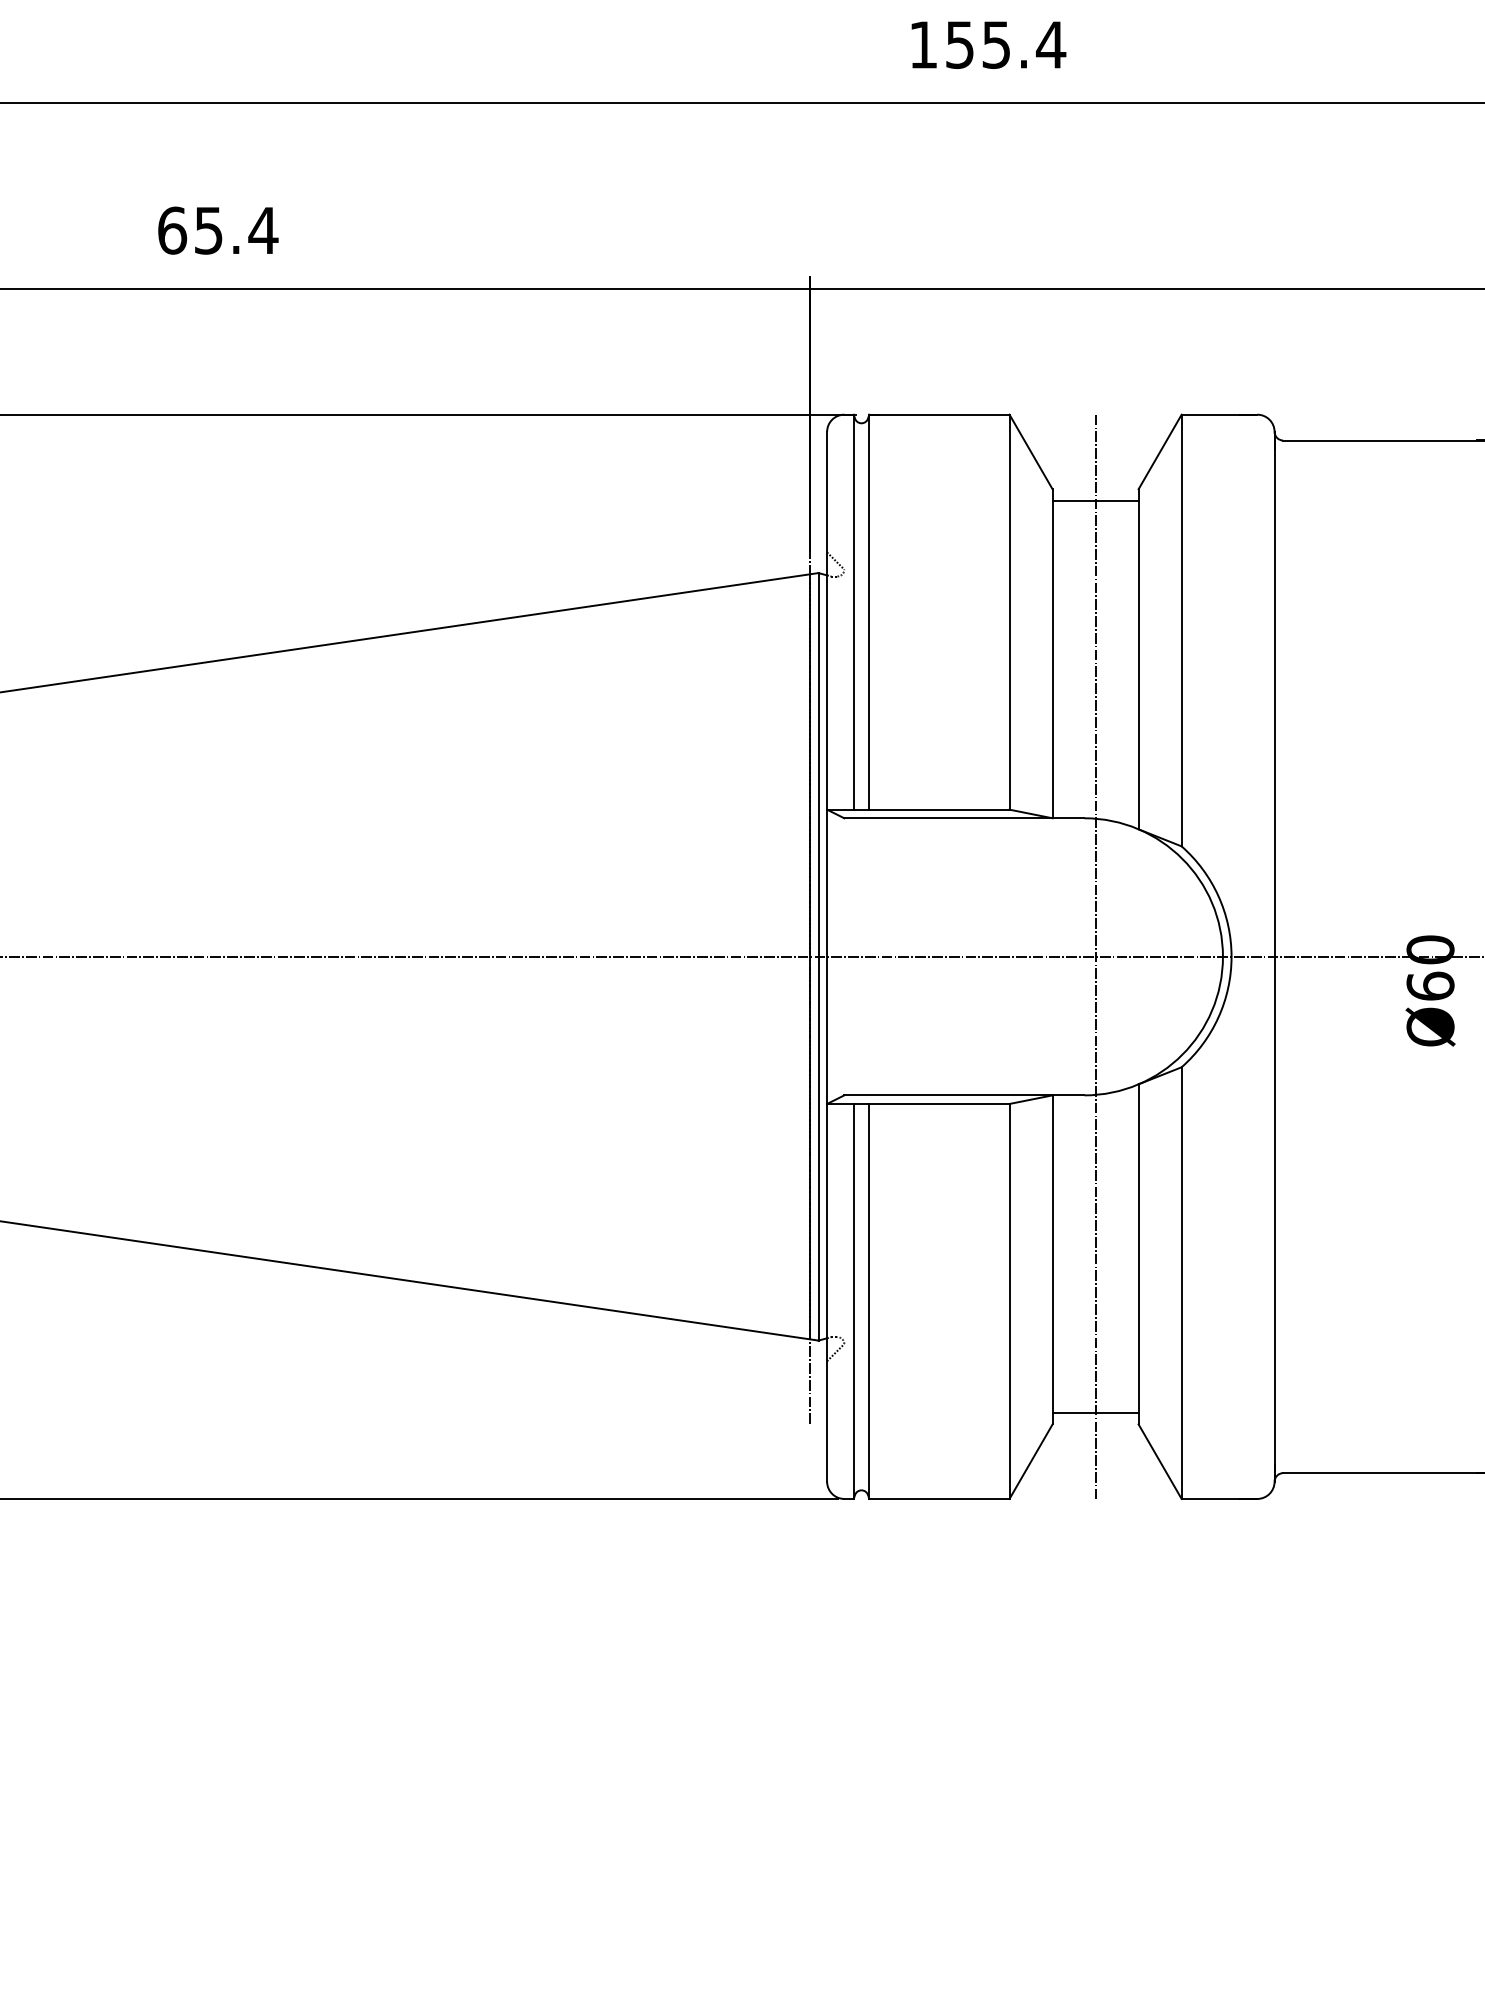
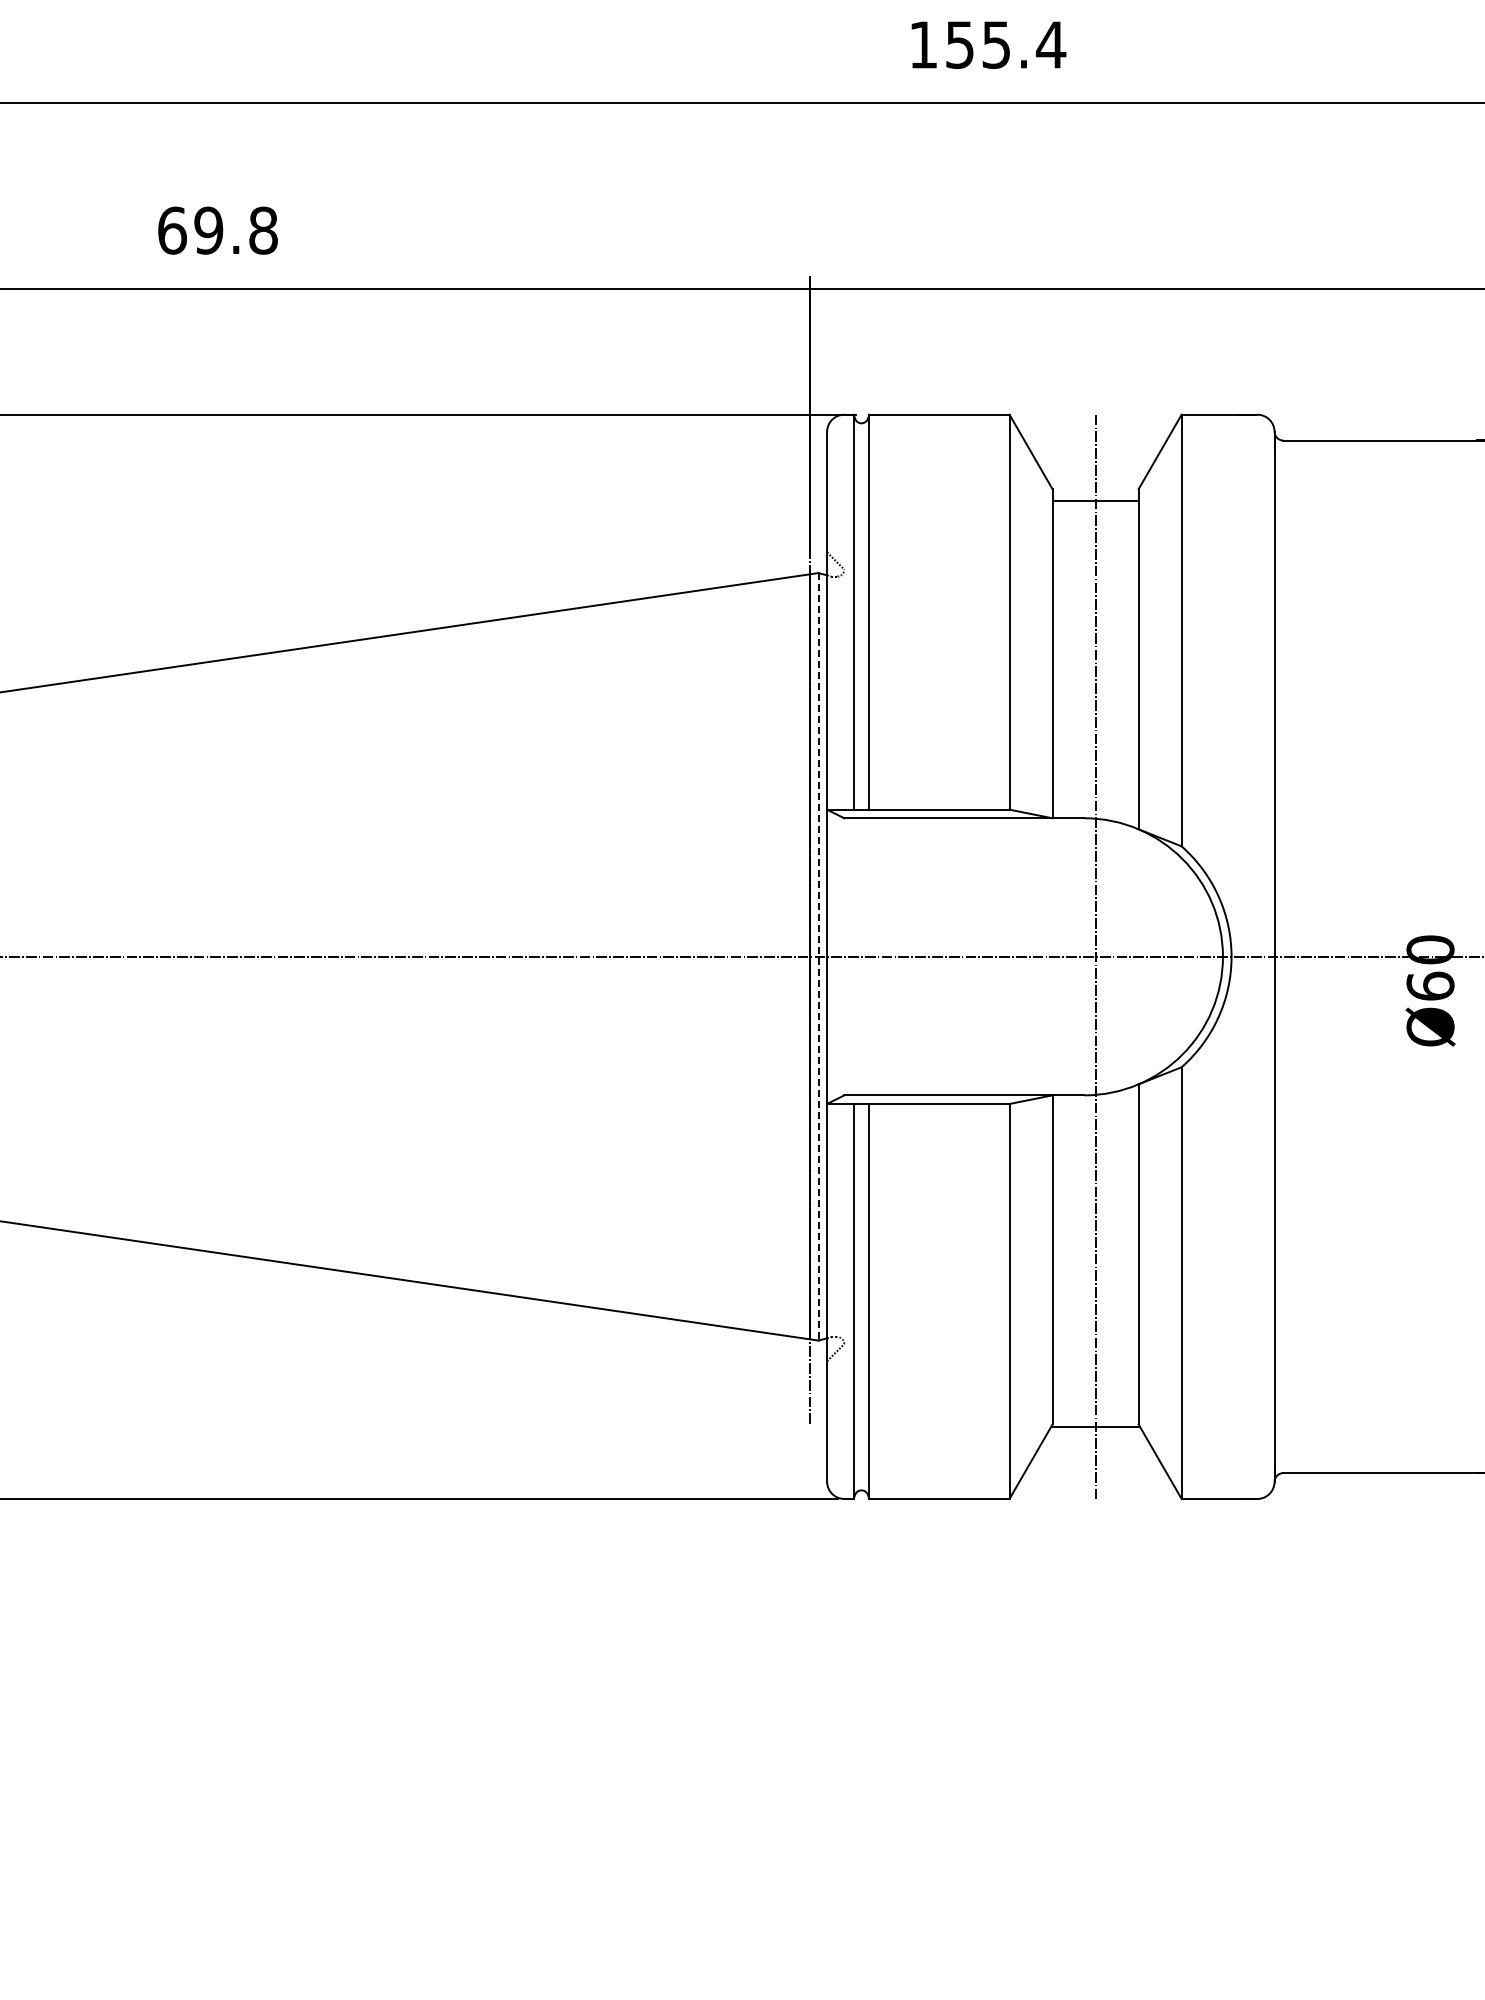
text at (236, 230): 65.4 -> 69.8
line at (818, 956): solid -> dashed
line at (1095, 1412) position: (1095, 1412) -> (1095, 1426)
